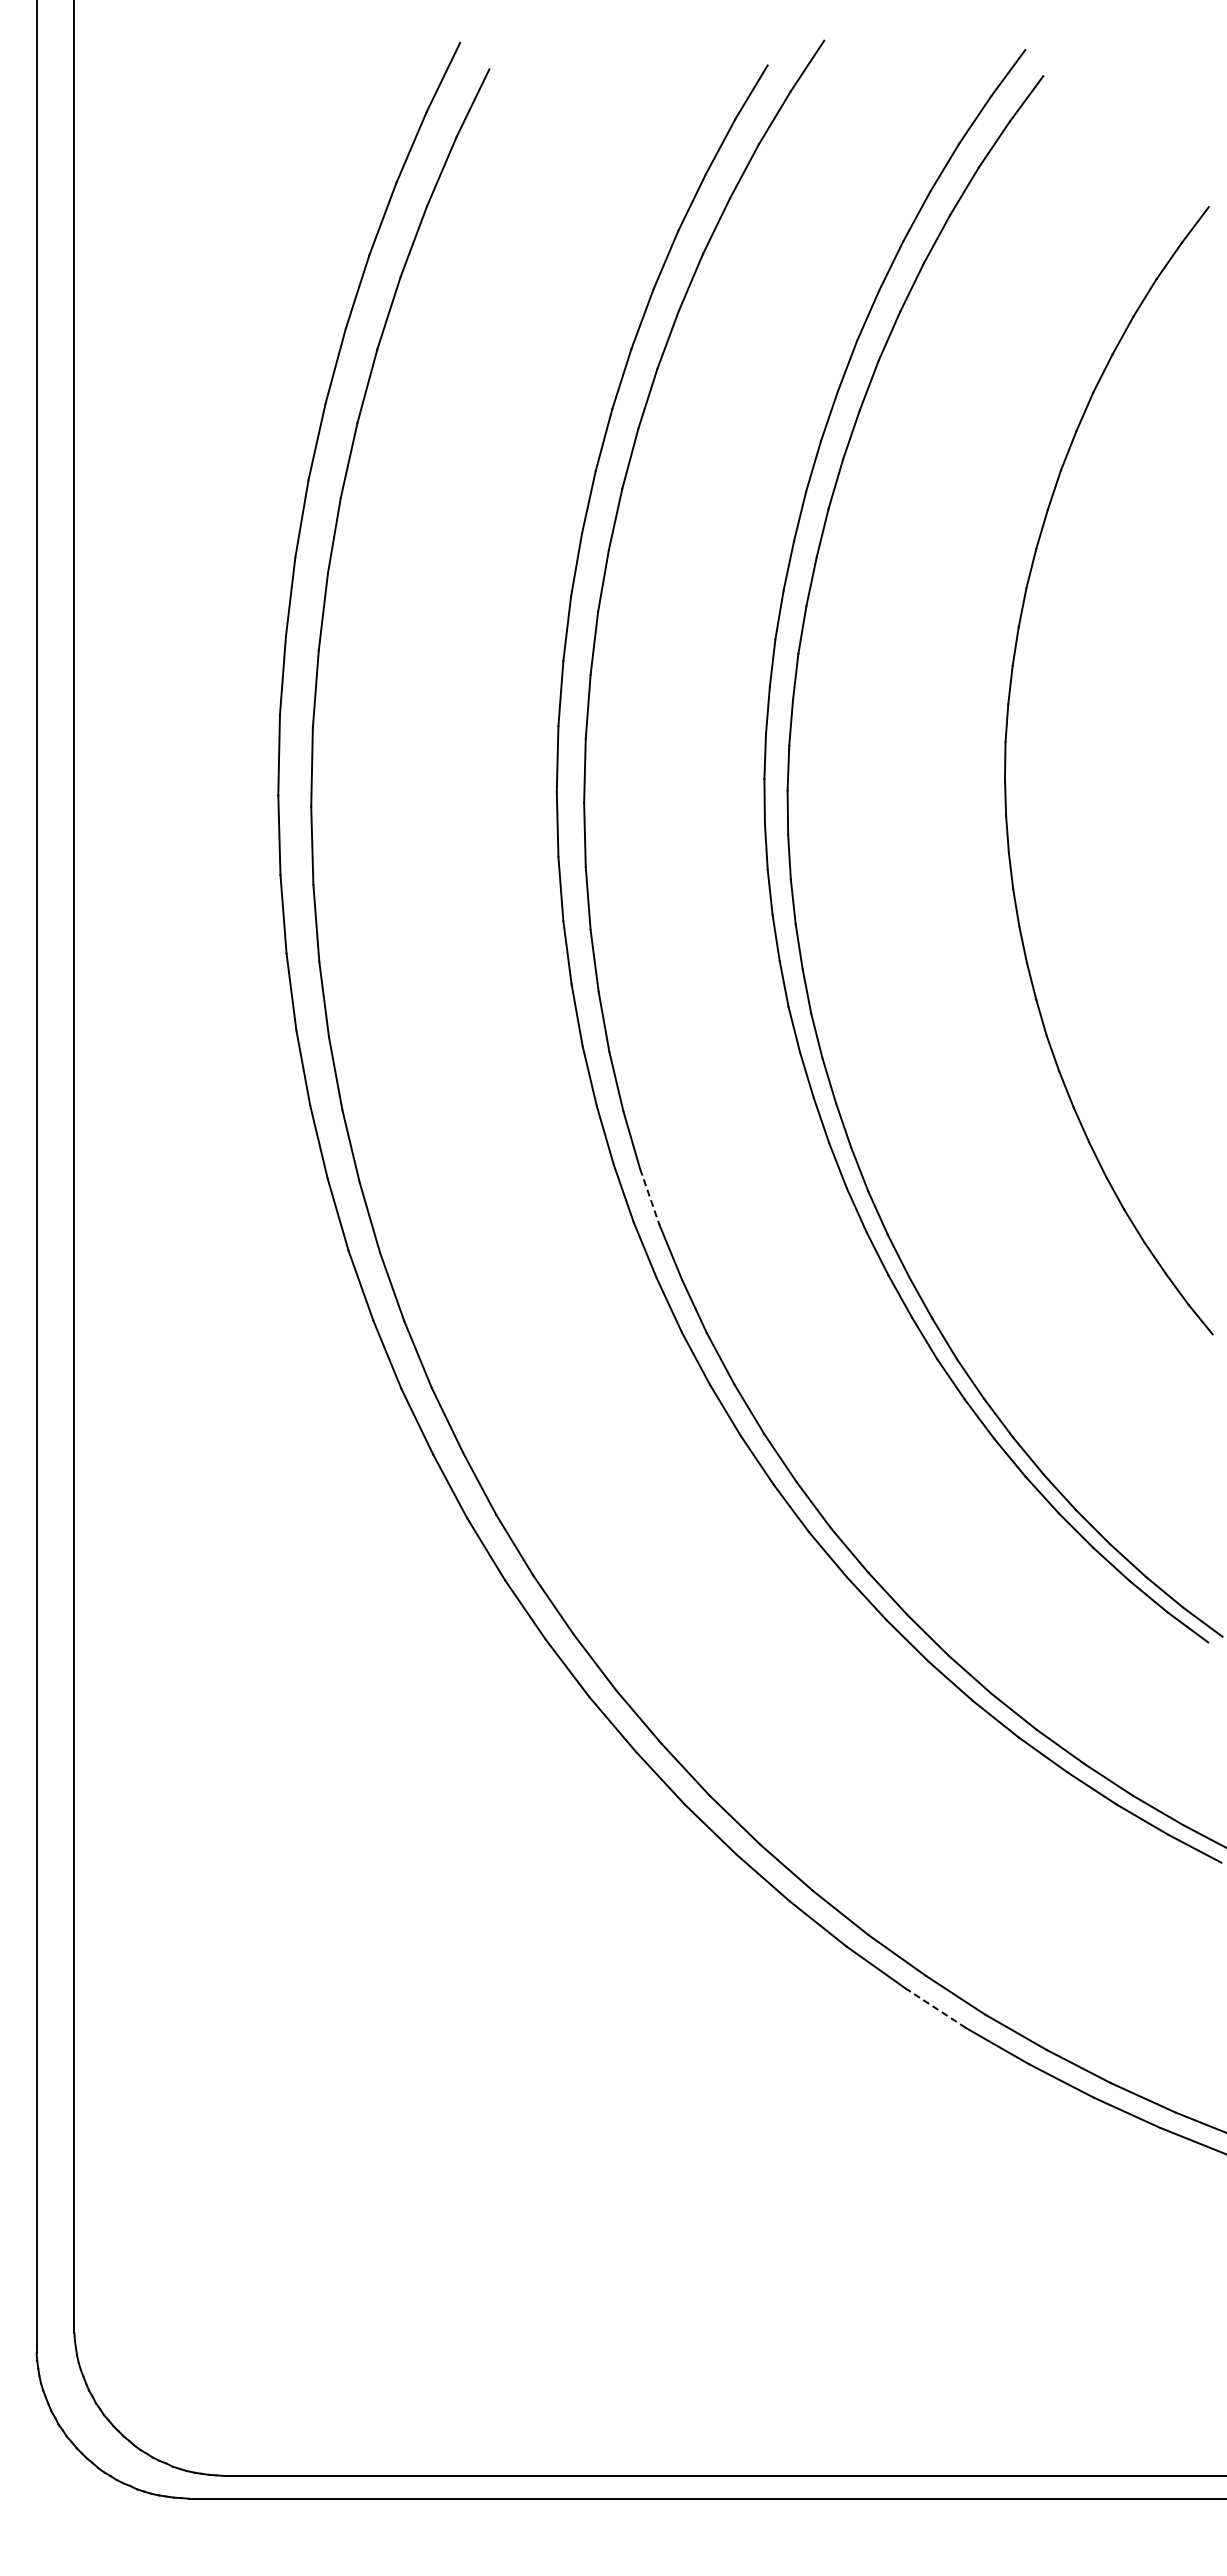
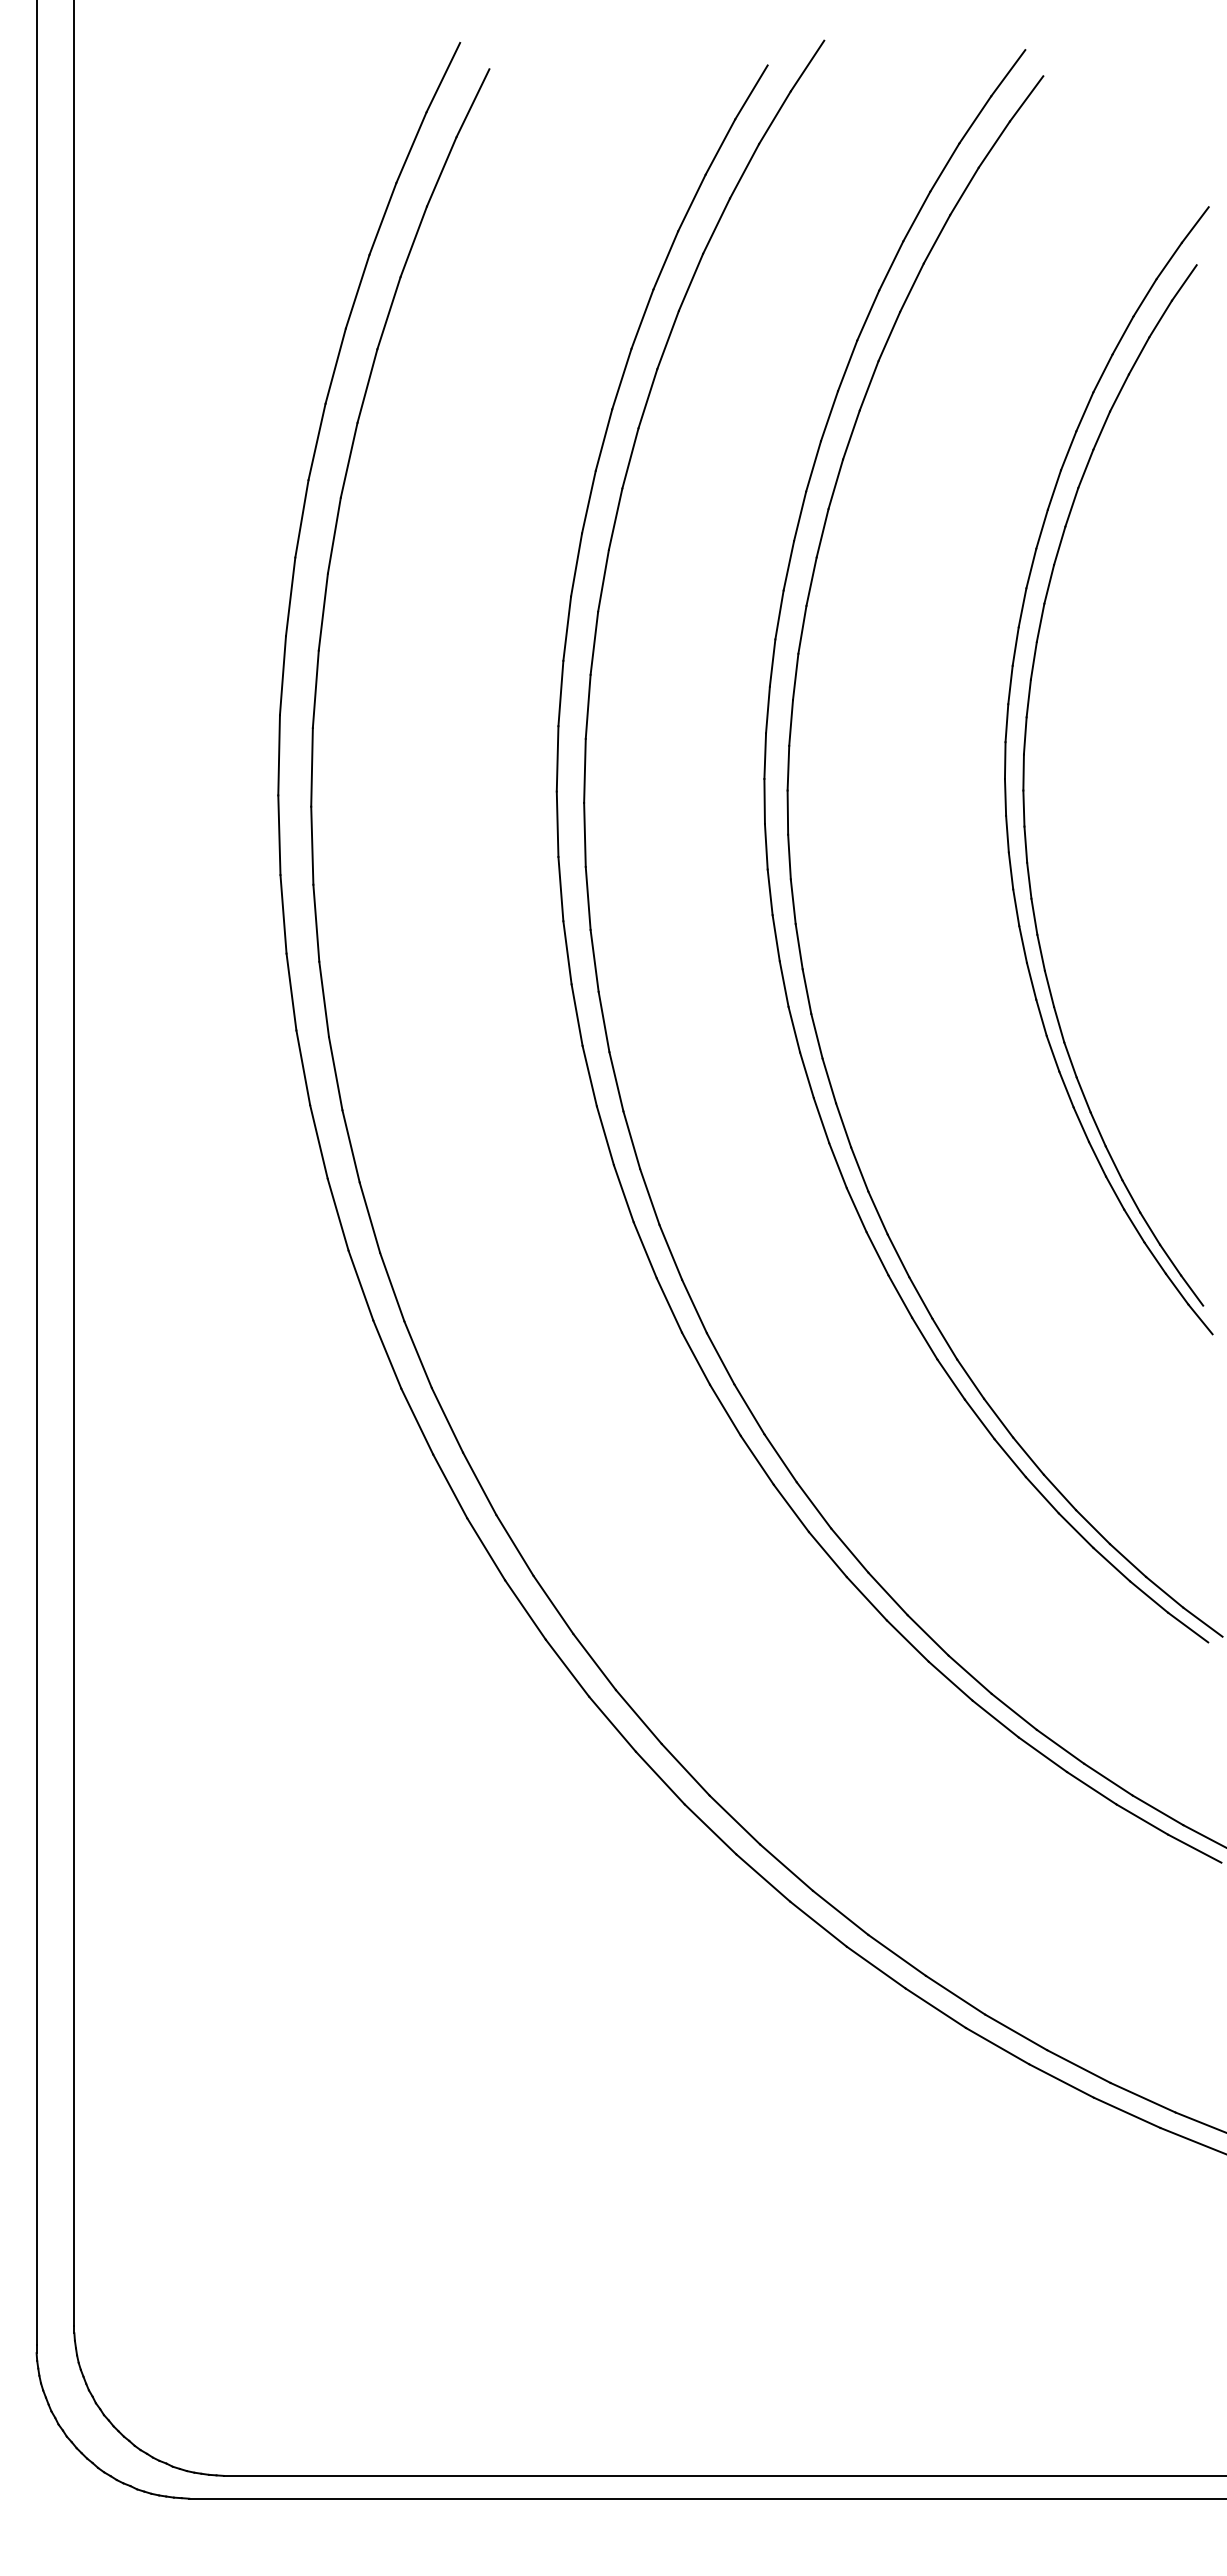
part at (1024, 785): none -> present
line at (649, 1196): dashed -> solid
line at (935, 2007): dashed -> solid
